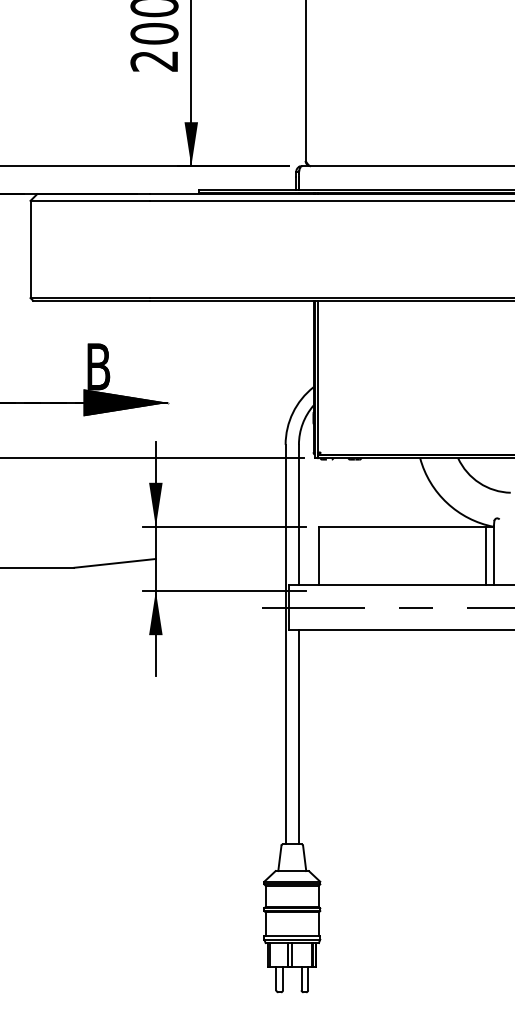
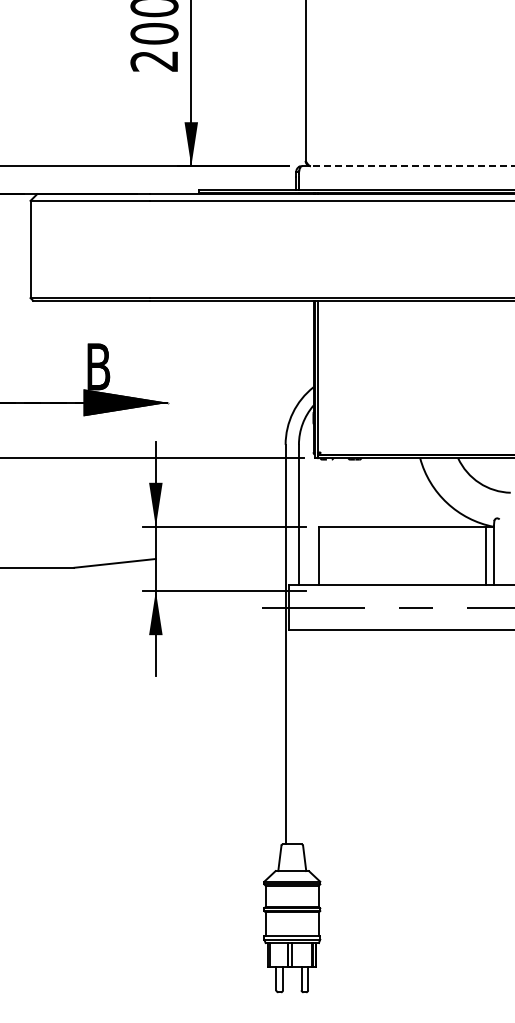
line at (408, 166): solid -> dashed
line at (298, 737): present -> none
